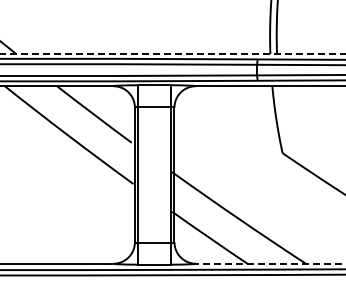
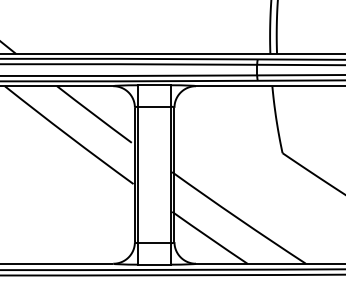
line at (172, 54): dashed -> solid
line at (270, 263): dashed -> solid
